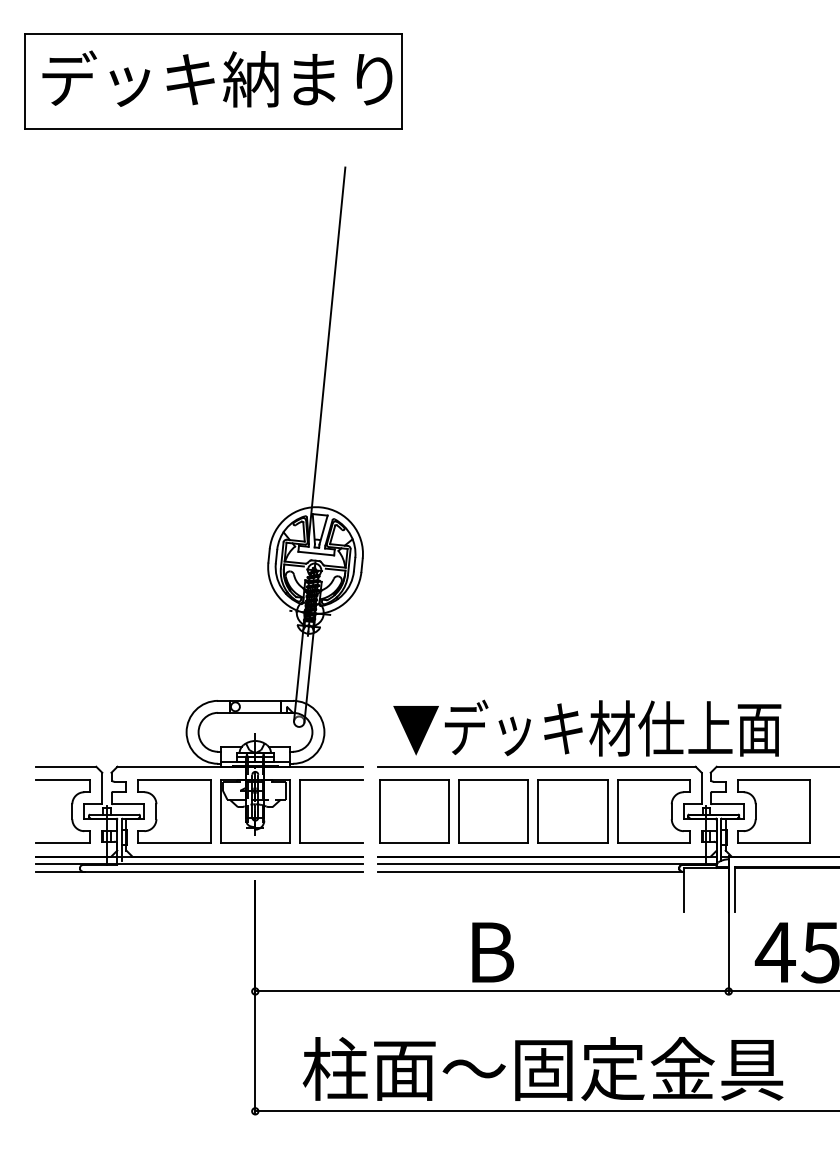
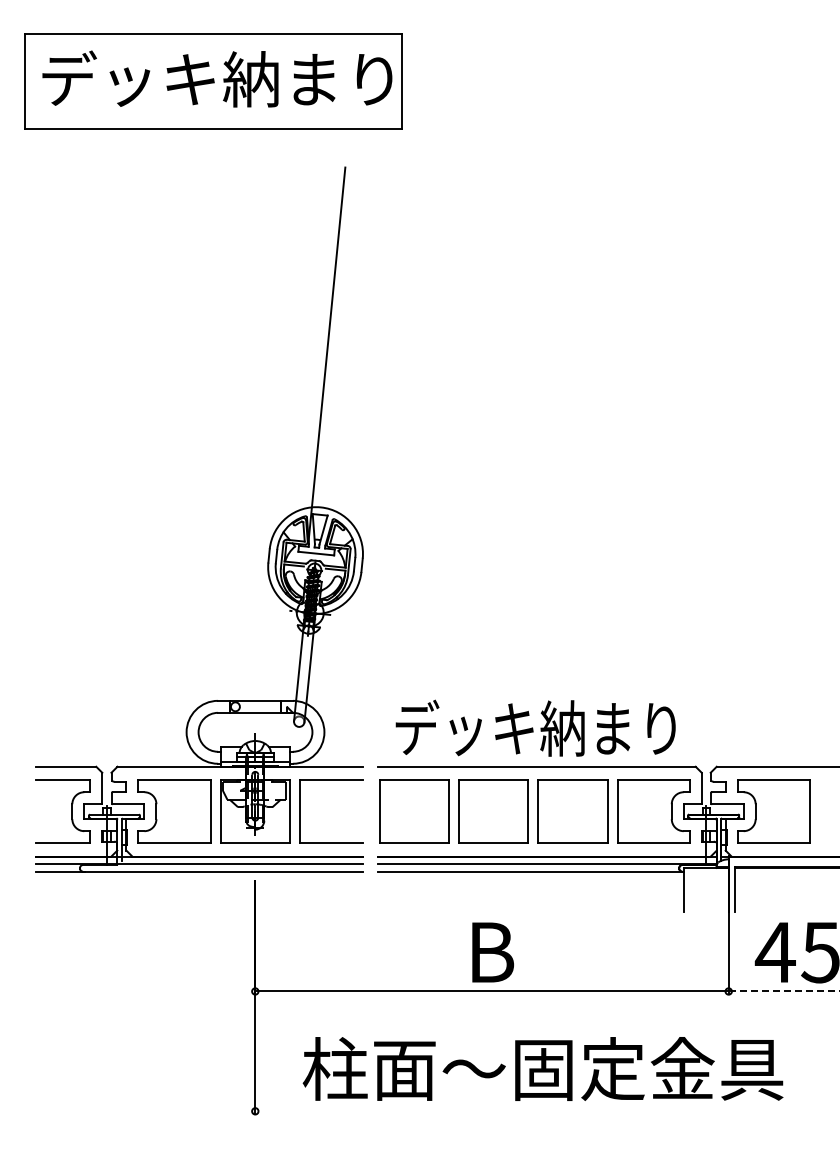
text at (587, 727): ▼デッキ材仕上面 -> デッキ納まり
line at (784, 991): solid -> dashed
line at (545, 1111): present -> none
